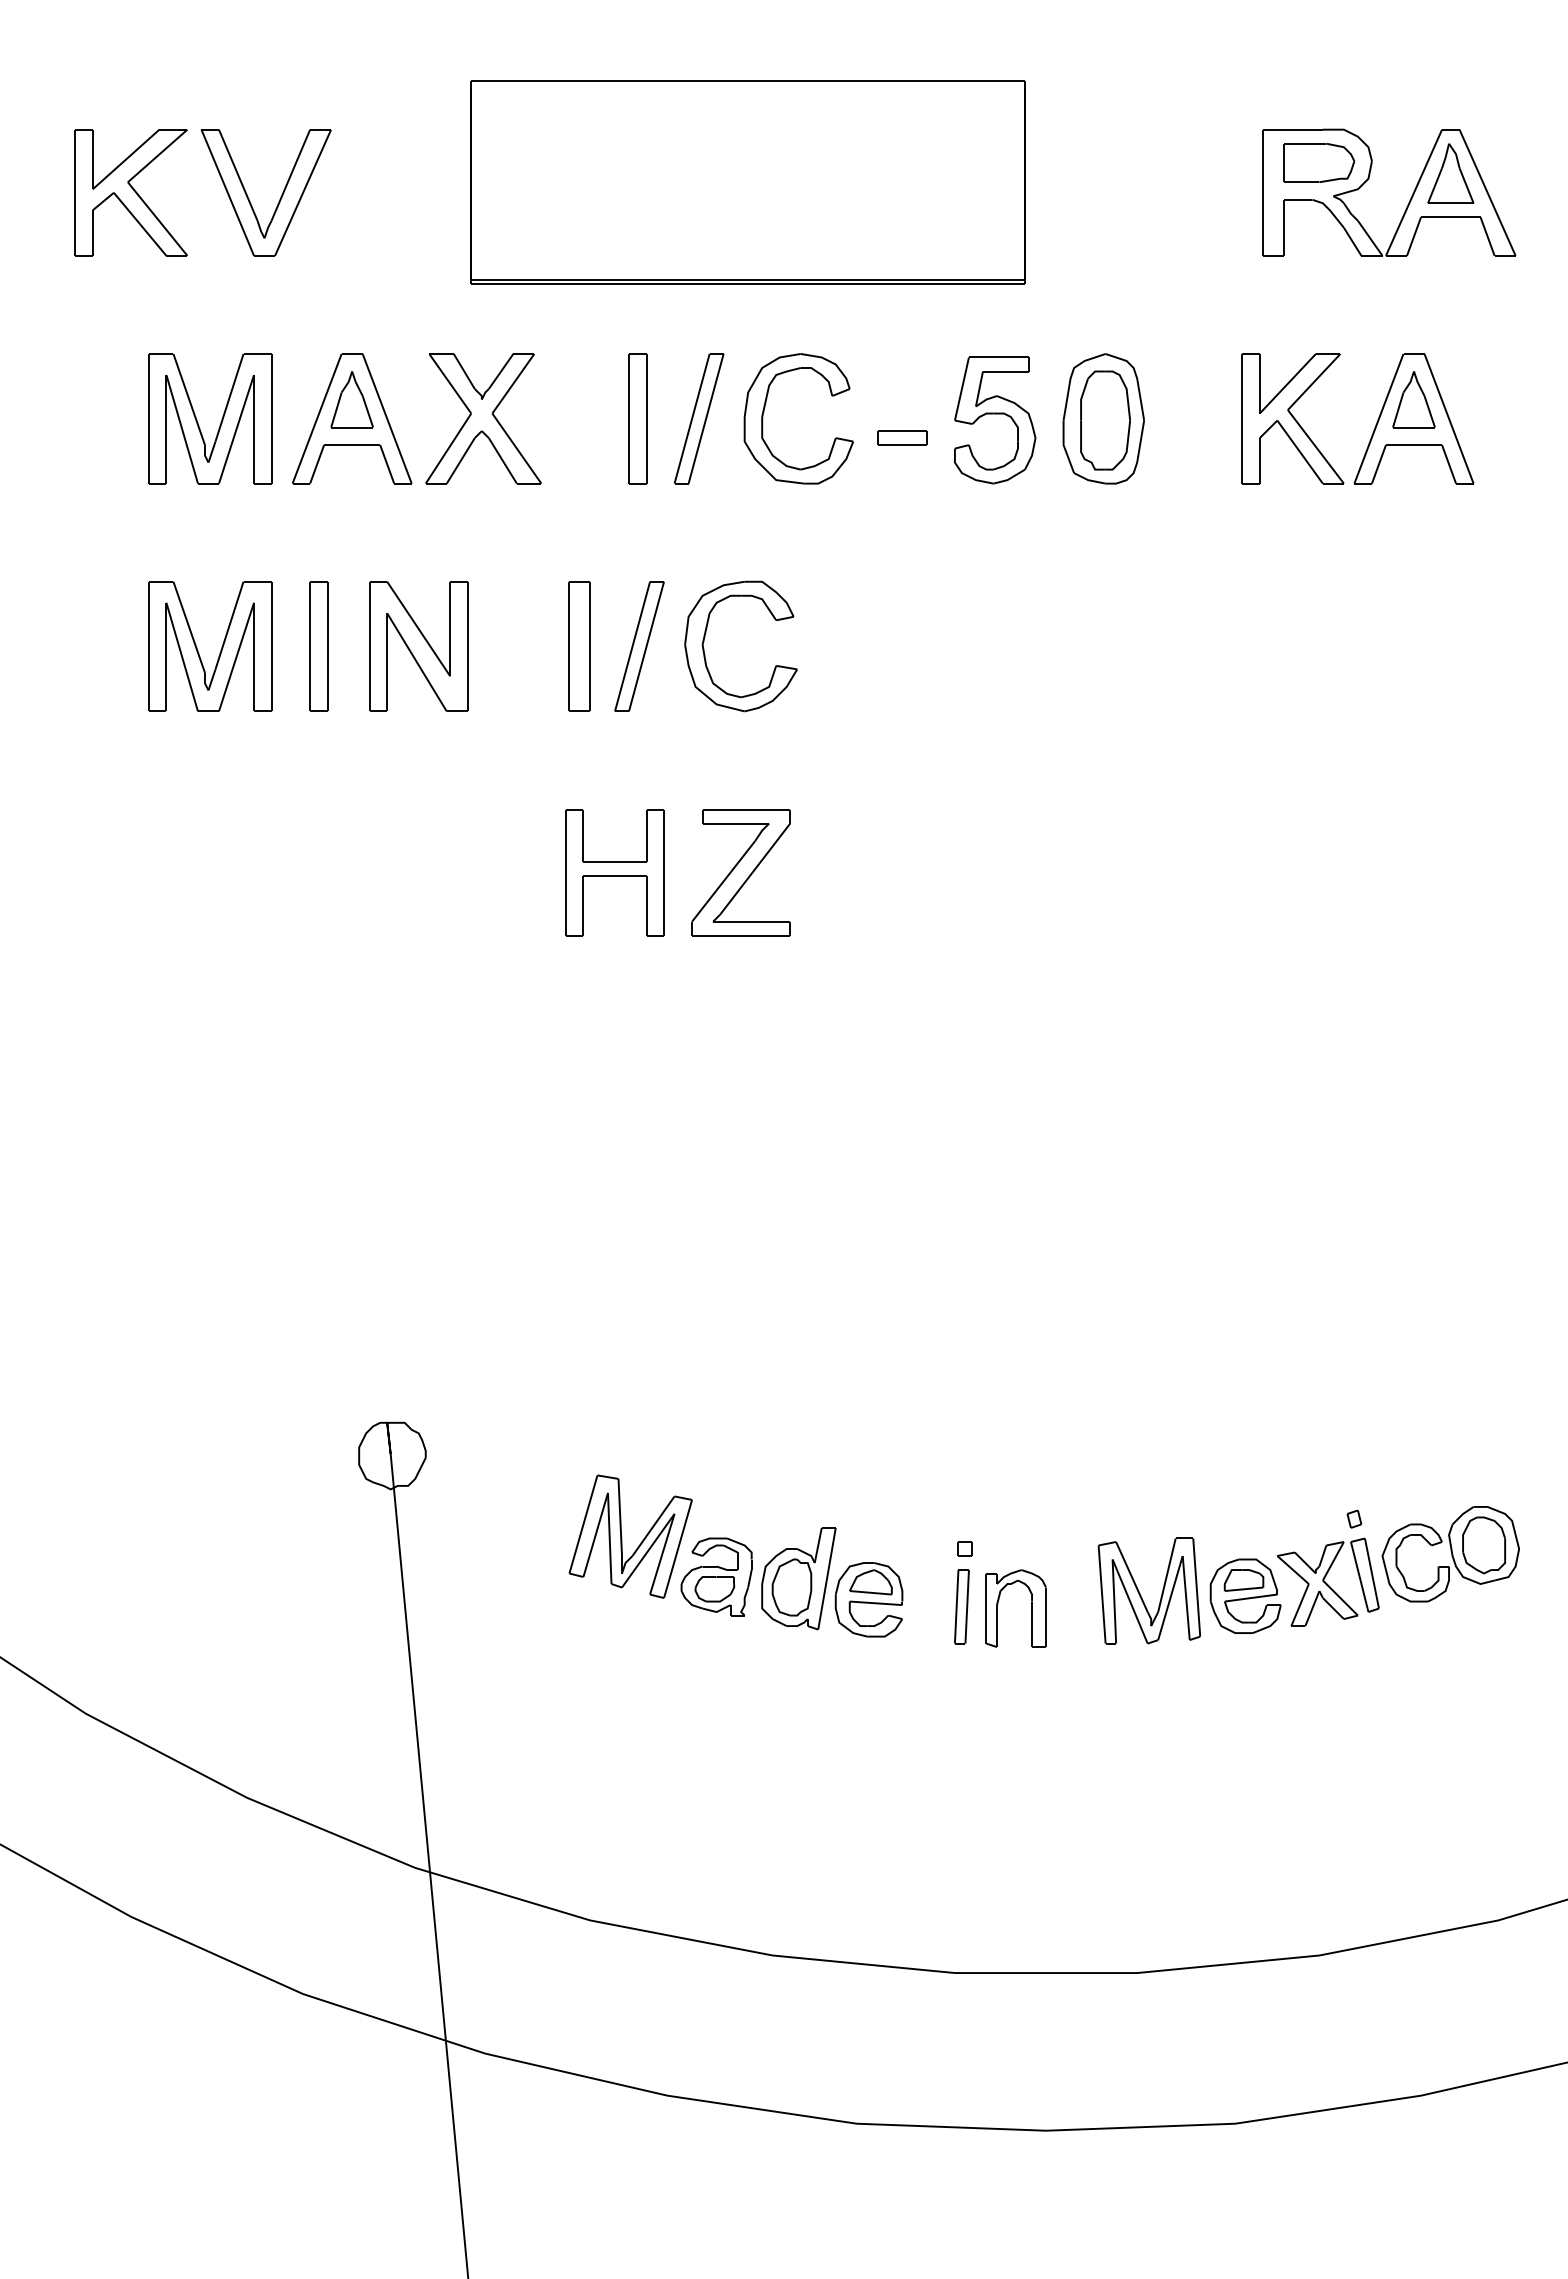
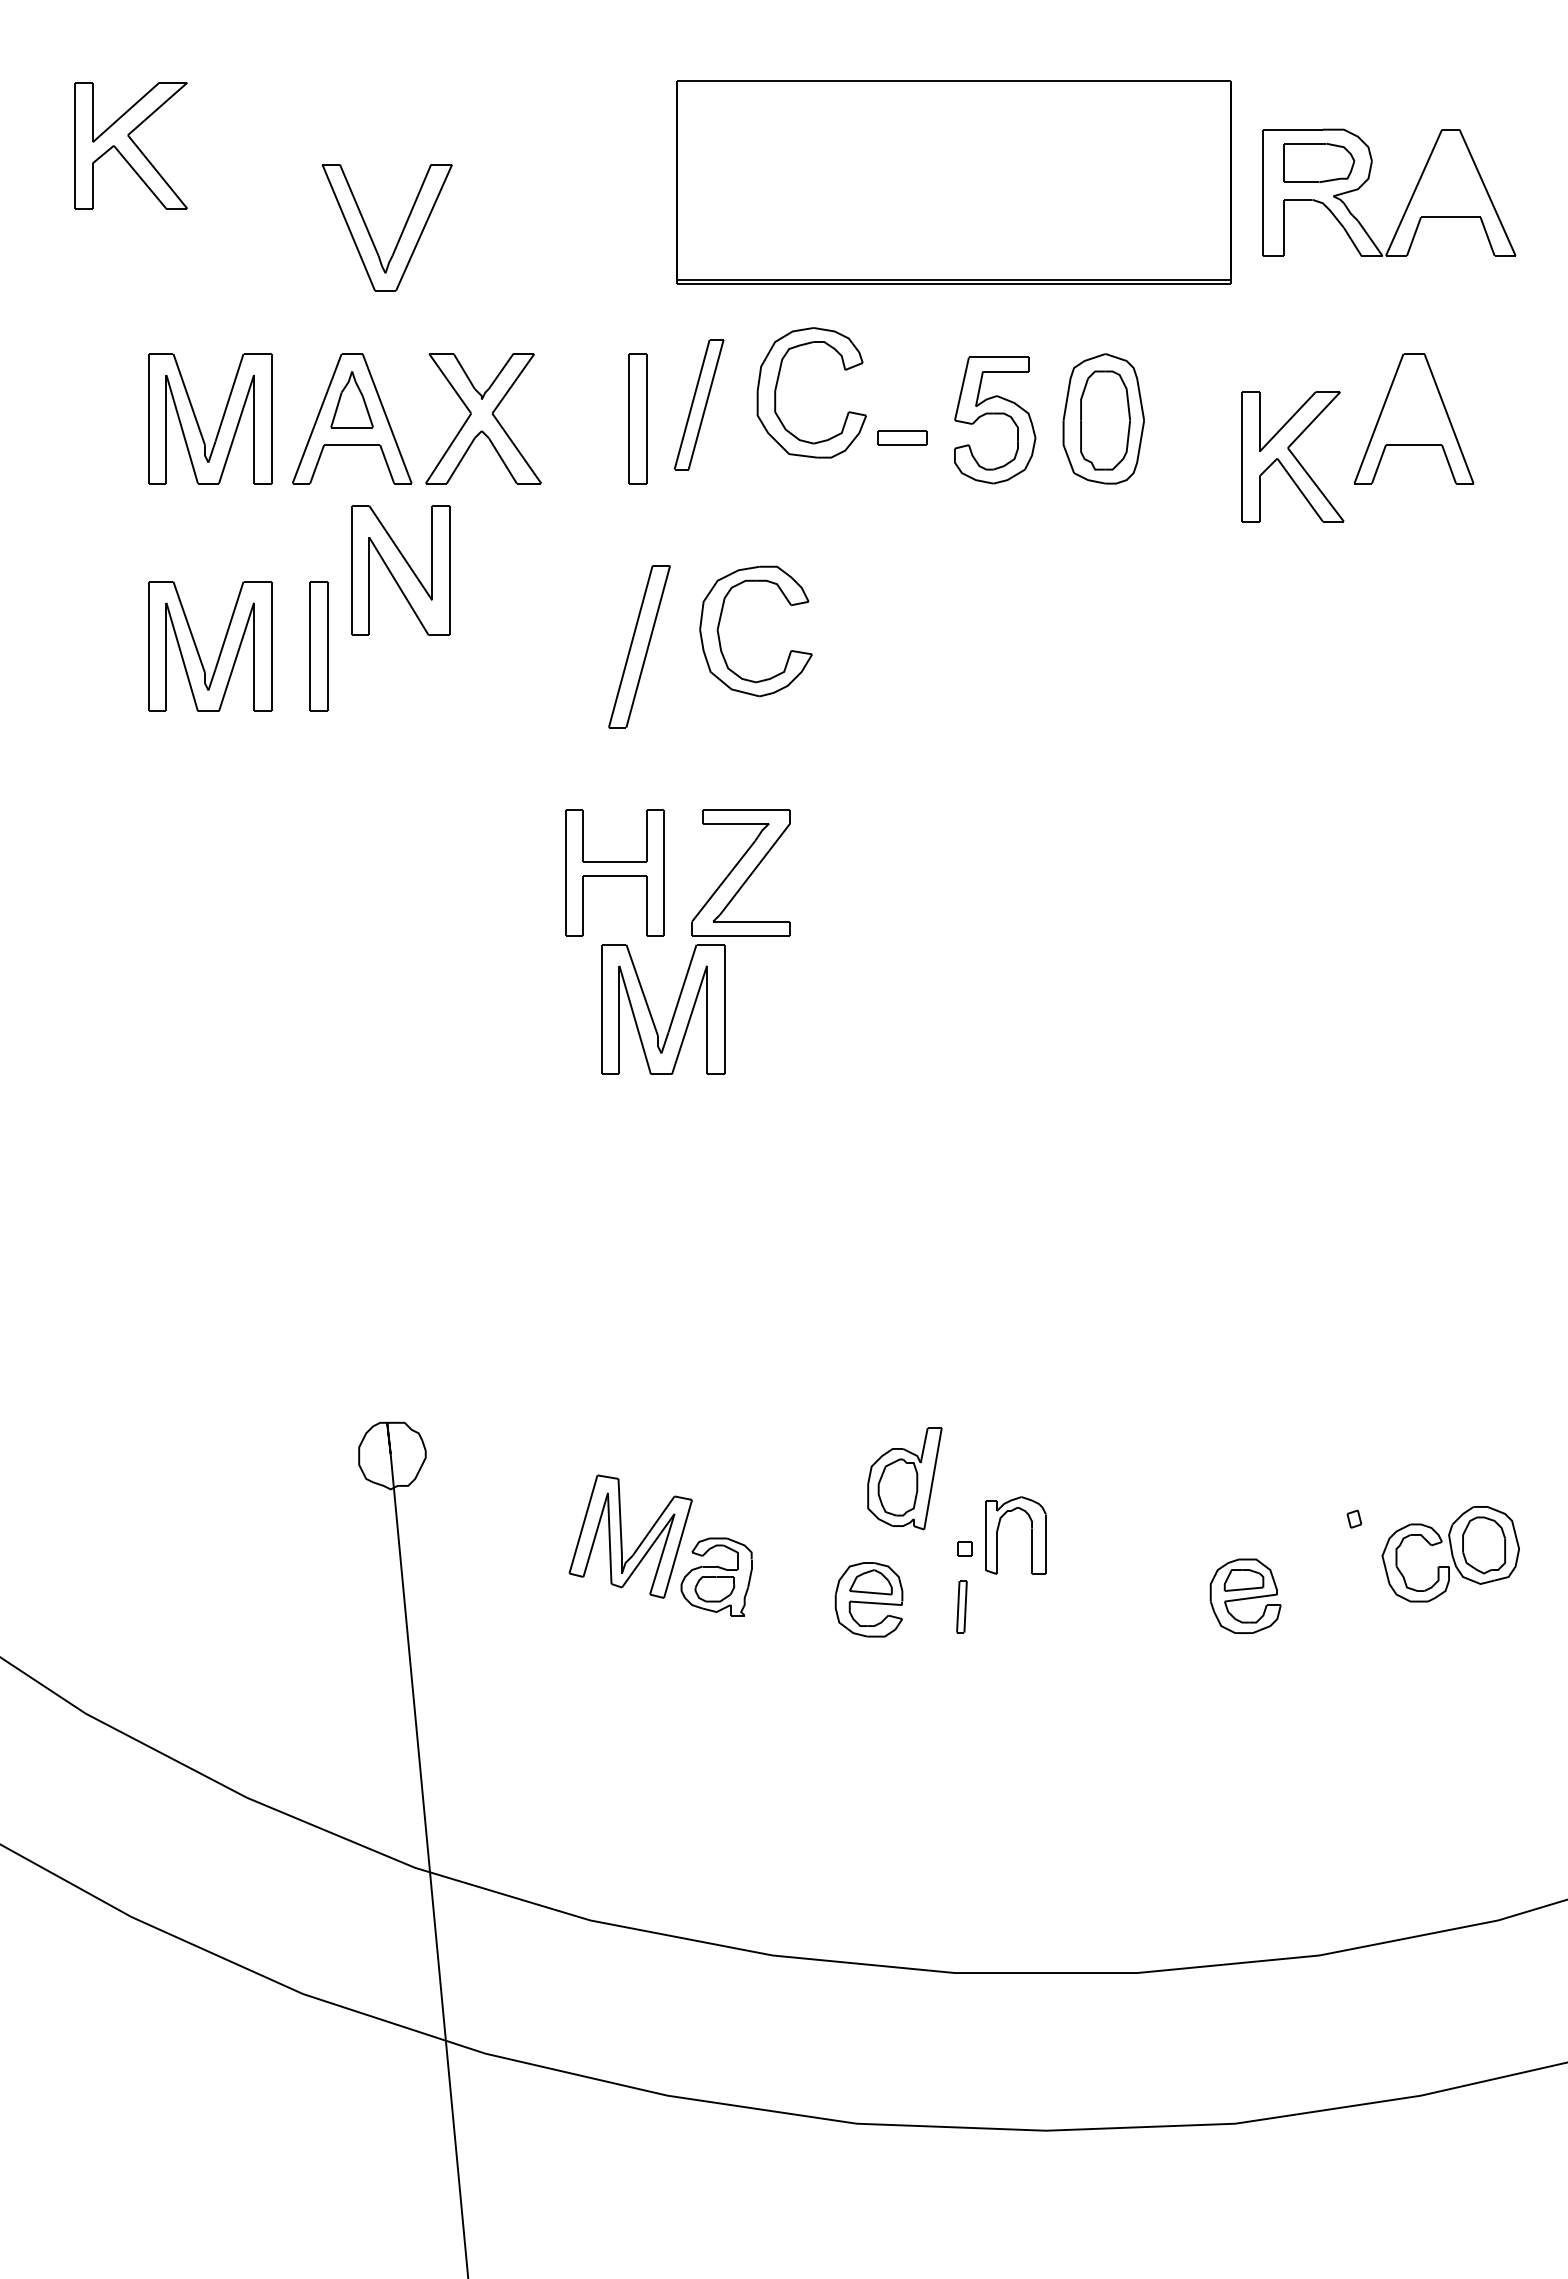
part at (1450, 173): present -> none
part at (747, 182) position: (747, 182) -> (953, 182)
part at (130, 192) position: (130, 192) -> (130, 145)
part at (280, 196) position: (280, 196) -> (401, 231)
part at (1413, 399): present -> none
part at (764, 412) position: (764, 412) -> (777, 386)
part at (698, 418) position: (698, 418) -> (698, 404)
part at (1292, 418) position: (1292, 418) -> (1292, 456)
part at (418, 646) position: (418, 646) -> (400, 570)
part at (579, 646): present -> none
part at (639, 646) size: 51x131 px -> 63x164 px
part at (705, 654) position: (705, 654) -> (720, 639)
part at (673, 1012): none -> present
part at (798, 1578) position: (798, 1578) -> (904, 1478)
part at (1328, 1581): present -> none
part at (1141, 1595): present -> none
part at (961, 1606) size: 16x76 px -> 12x54 px
part at (1031, 1608) position: (1031, 1608) -> (1031, 1535)
